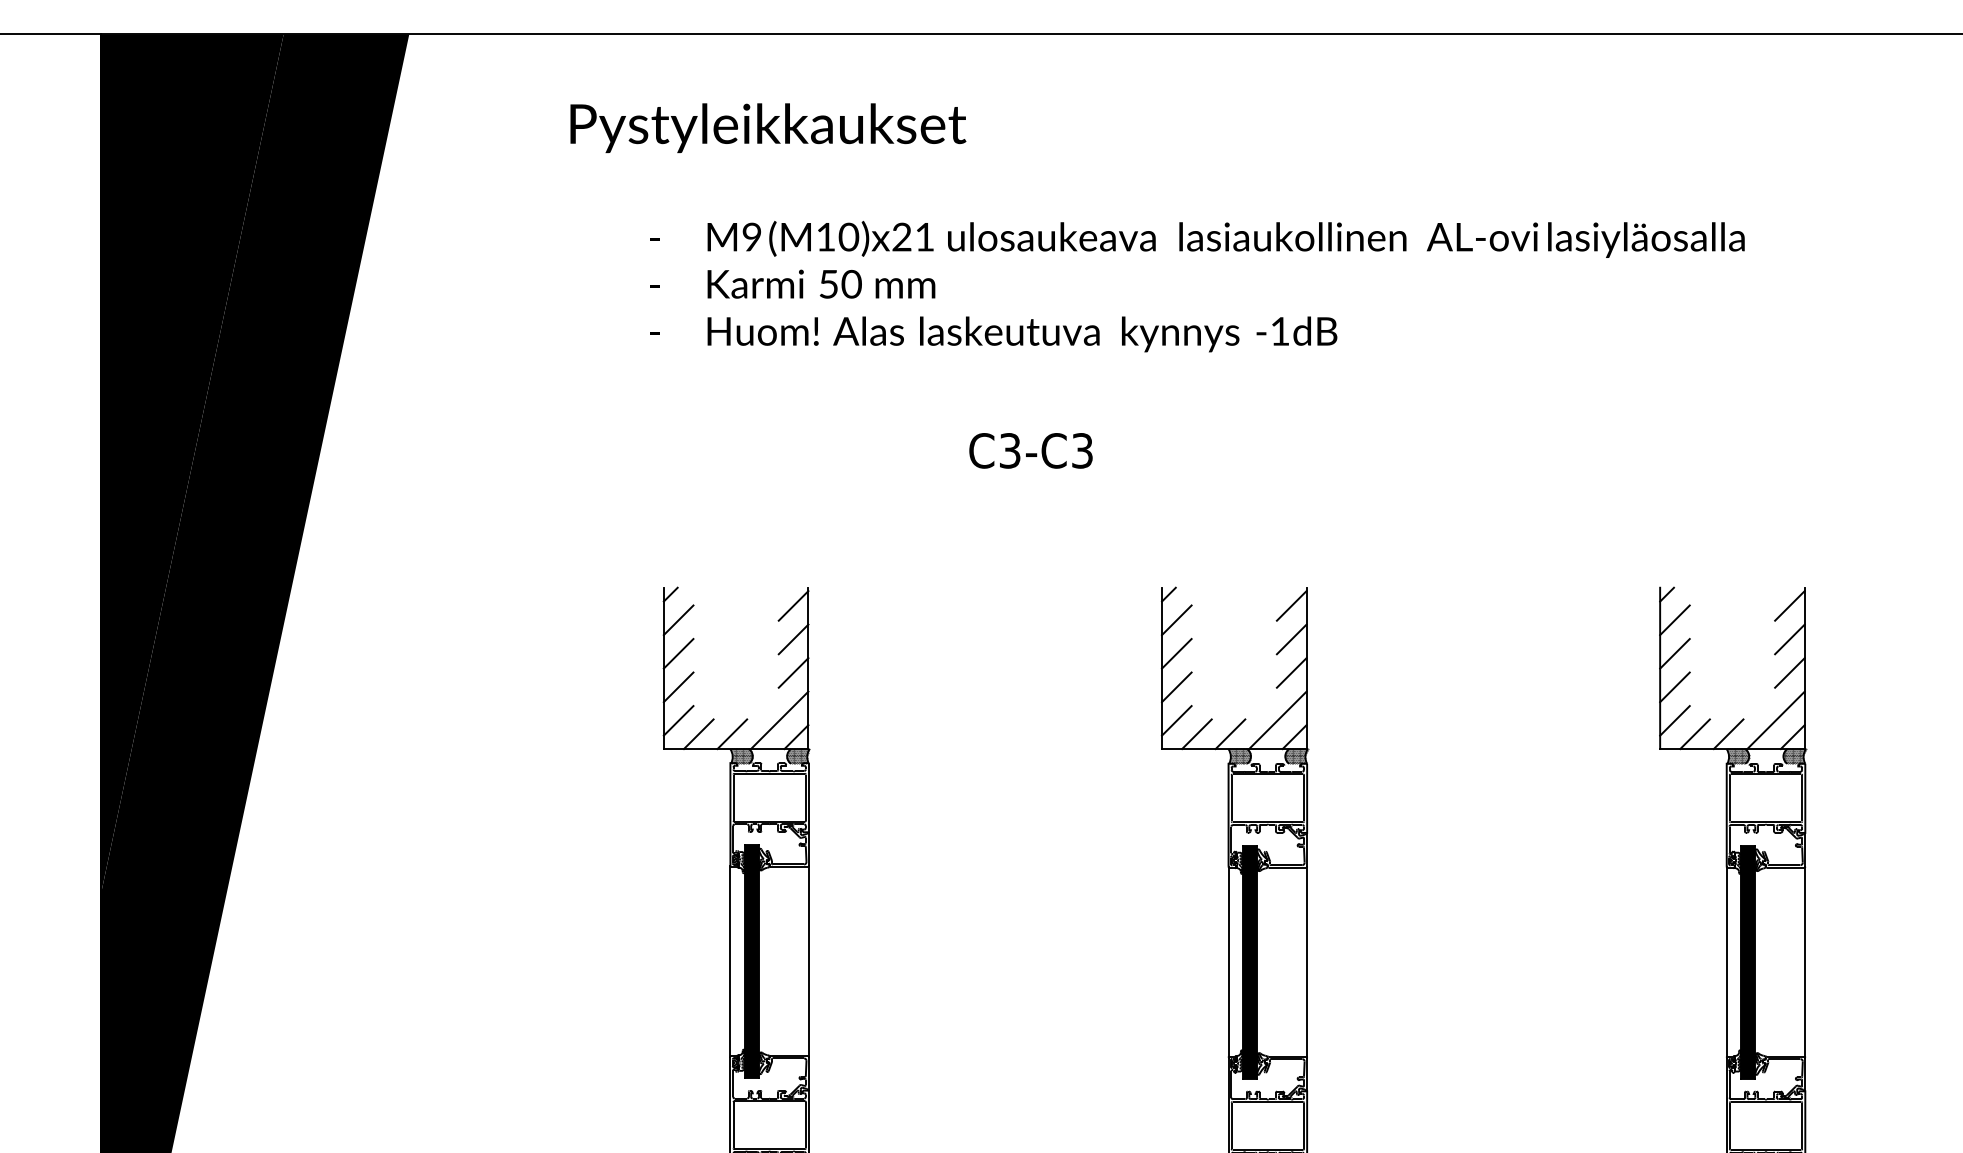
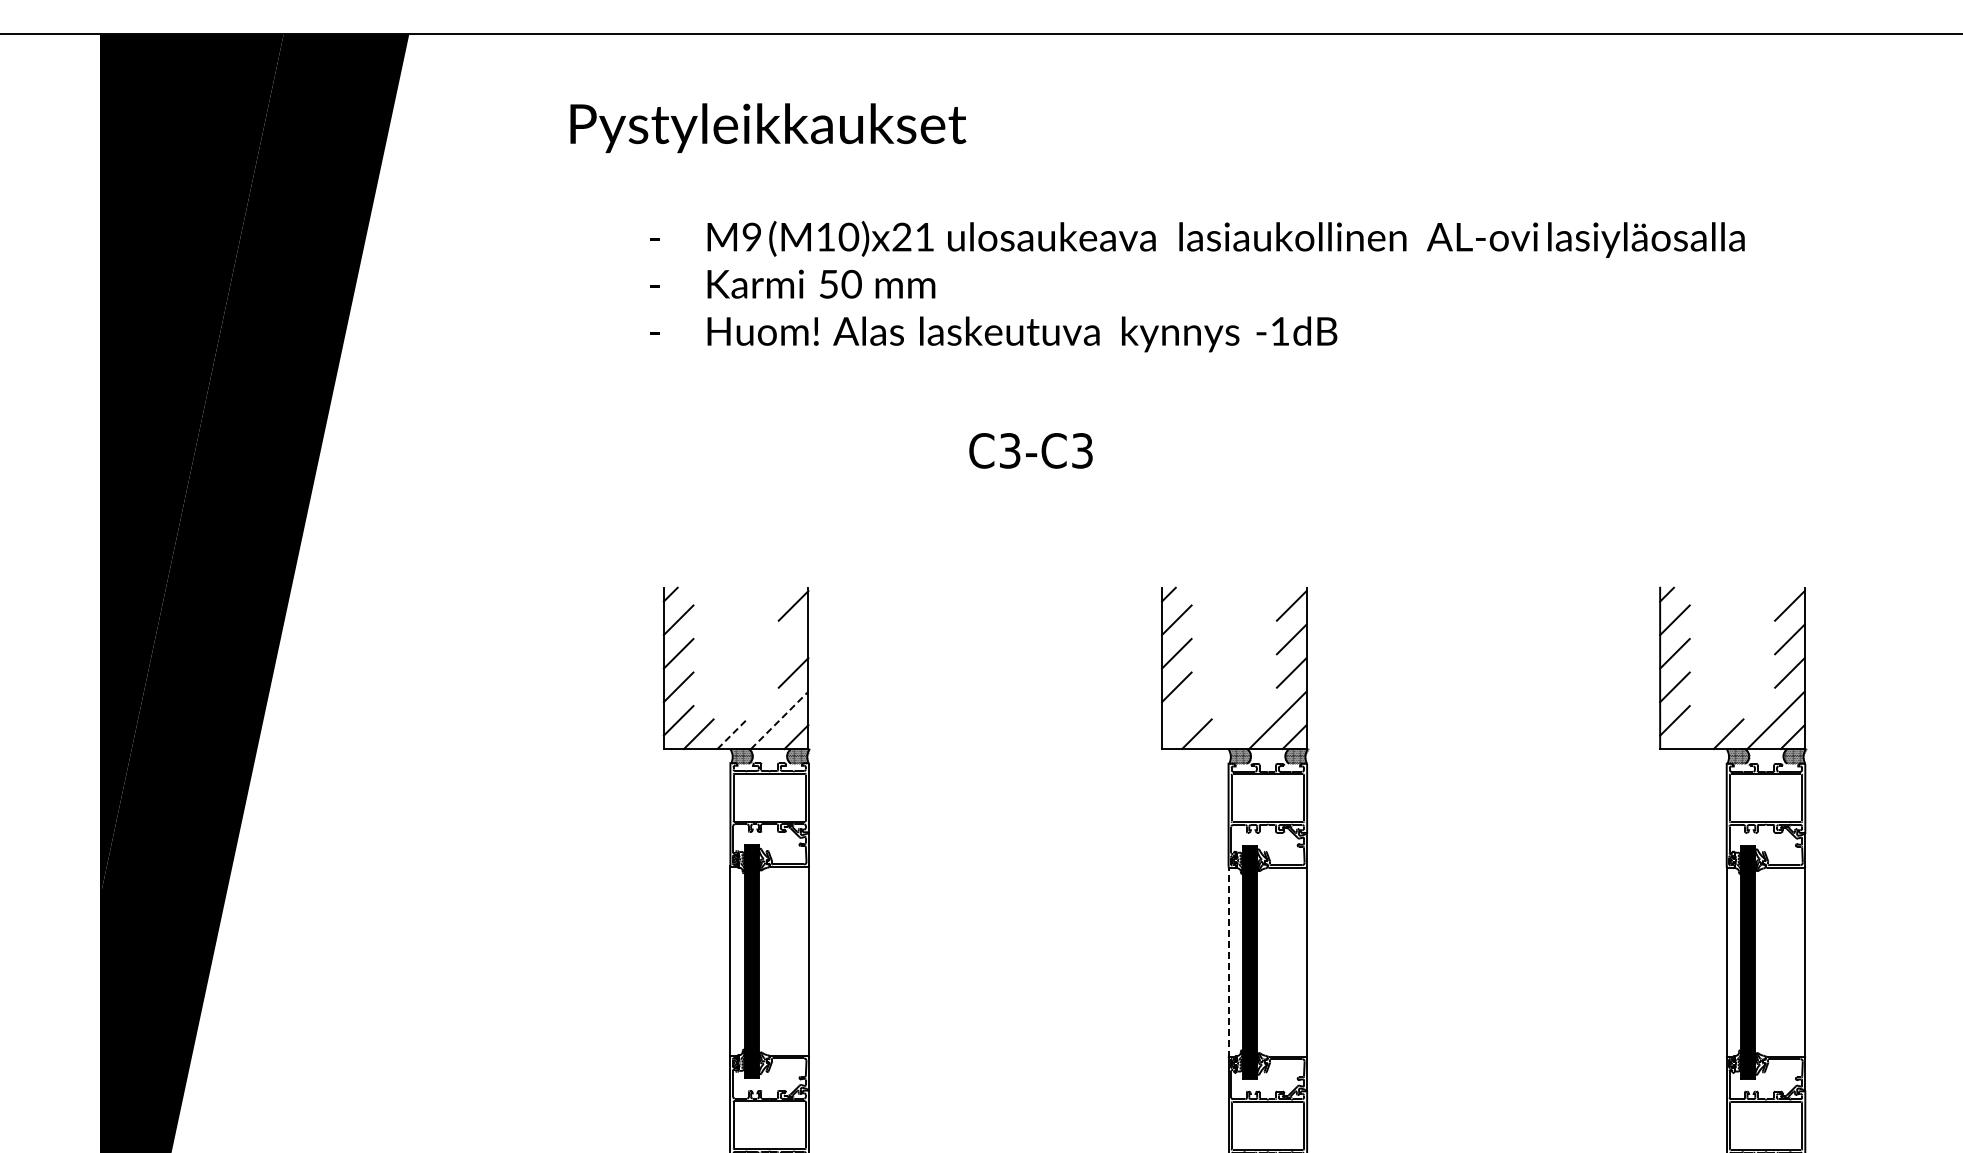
line at (793, 639): present -> none
line at (779, 720): solid -> dashed
line at (1176, 720): present -> none
line at (732, 734): solid -> dashed
line at (1230, 734): present -> none
line at (1694, 734): present -> none
line at (1228, 961): solid -> dashed
